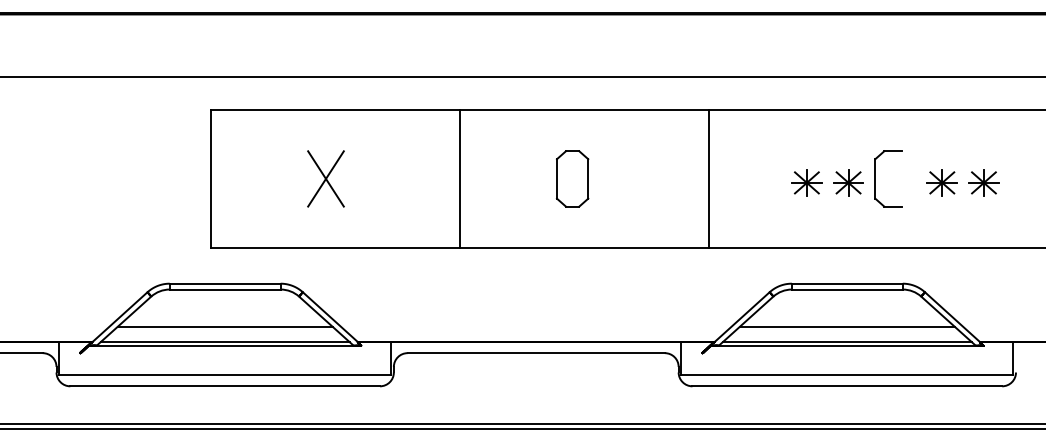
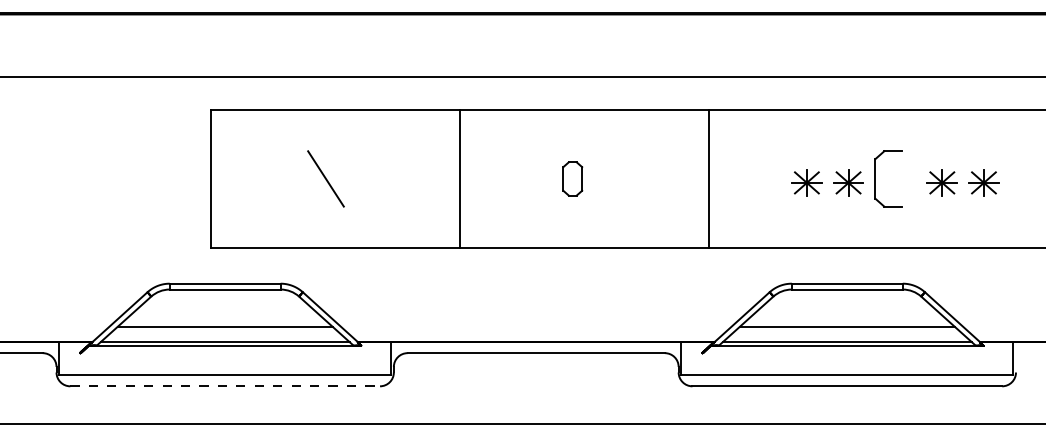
line at (325, 178): present -> none
part at (572, 178) size: 34x58 px -> 22x36 px
line at (225, 386): solid -> dashed
line at (522, 428): present -> none
